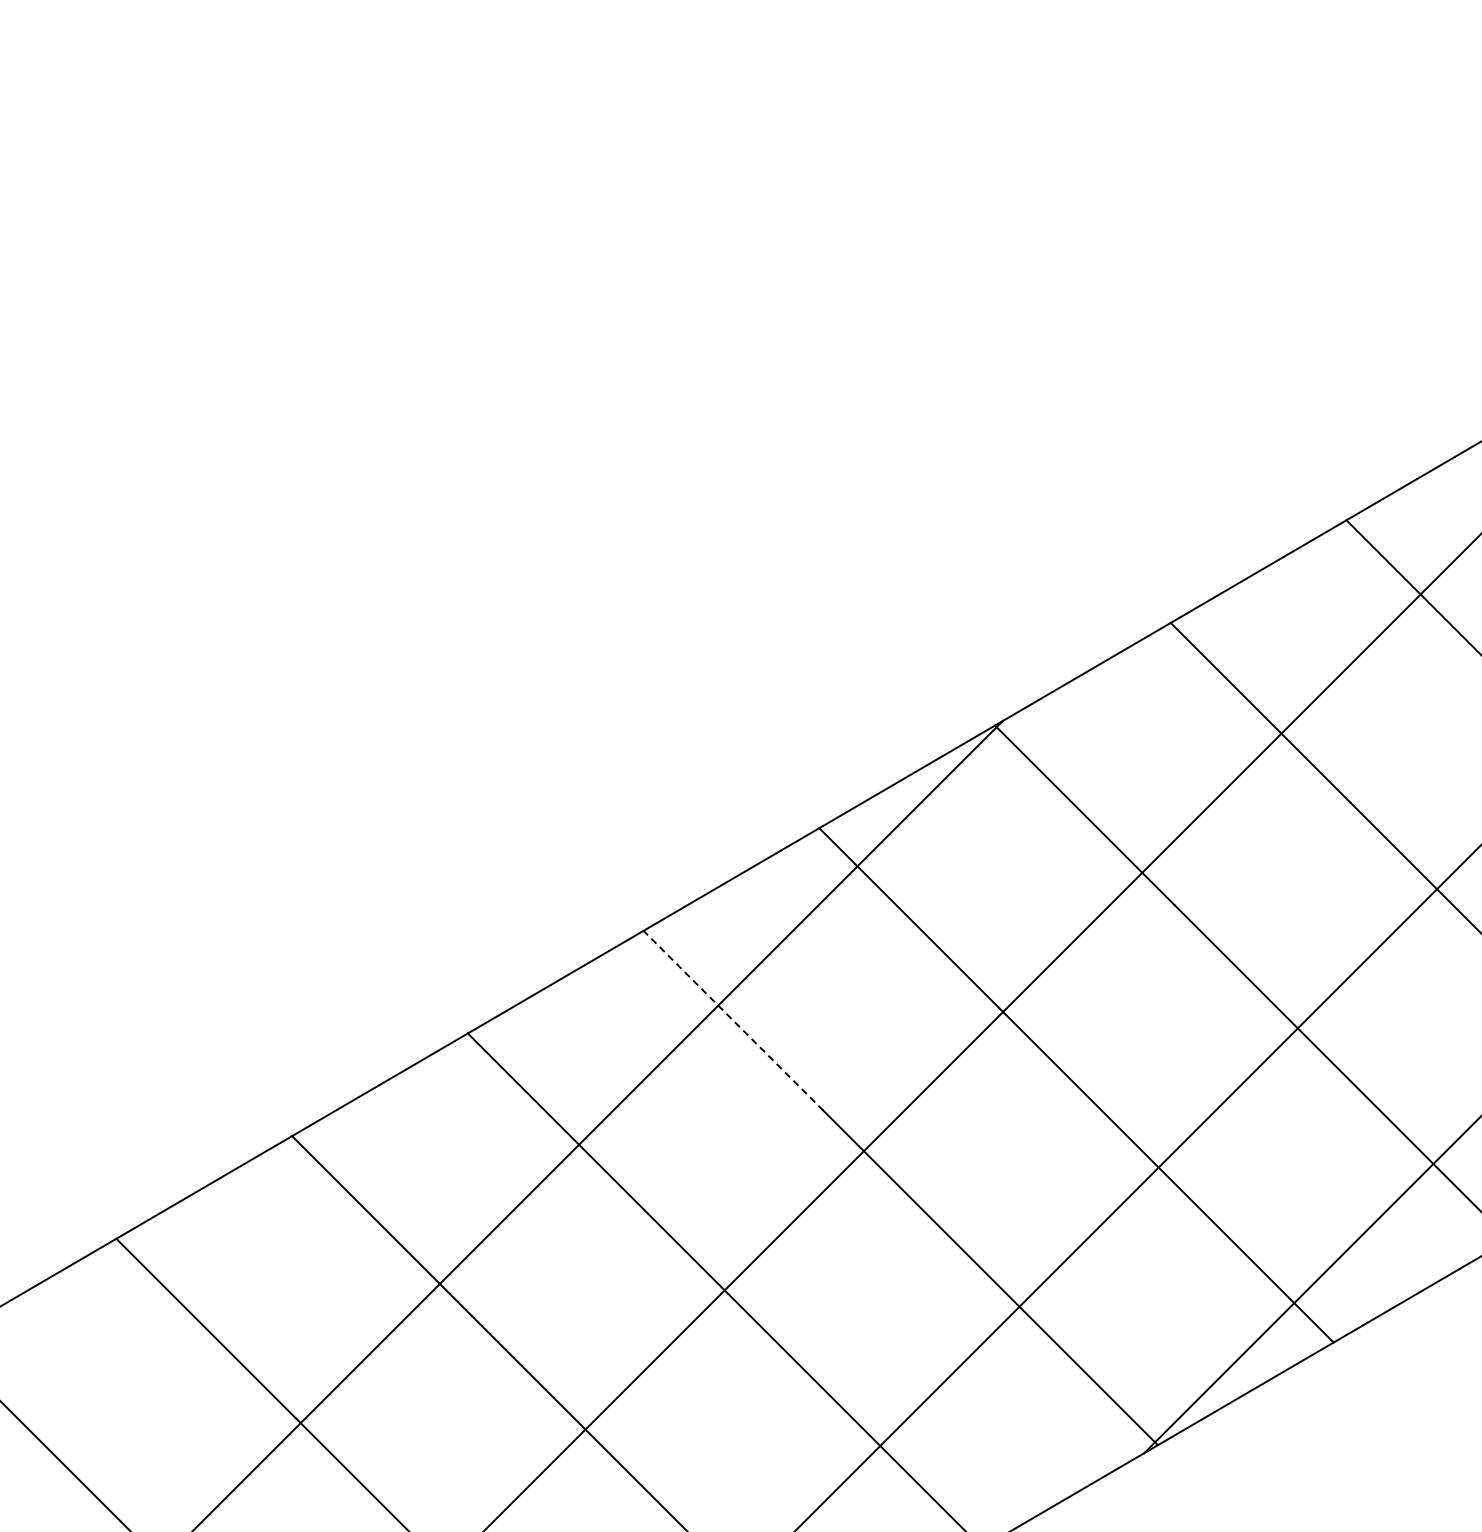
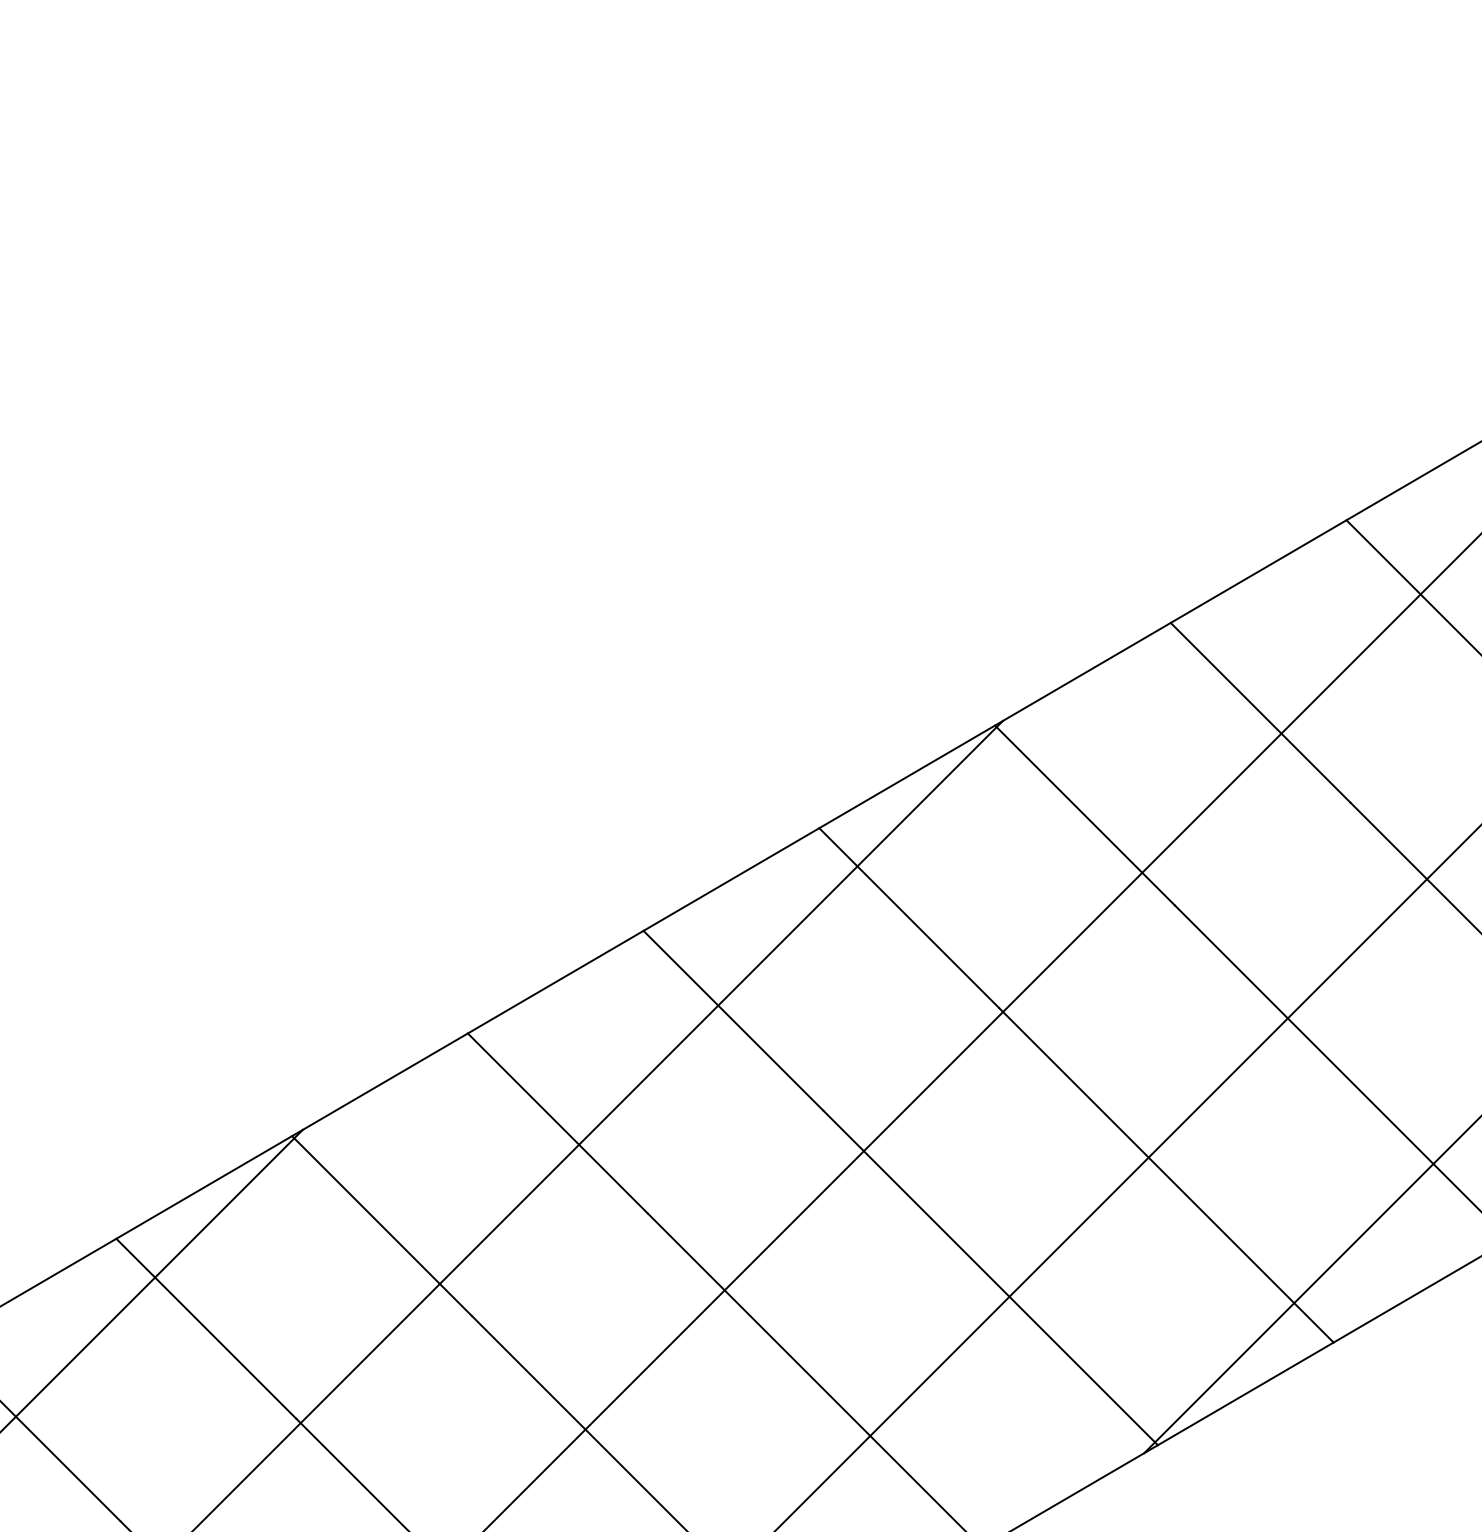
line at (733, 1020): dashed -> solid
line at (1137, 1187) position: (1137, 1187) -> (1127, 1177)
line at (152, 1279): none -> present
